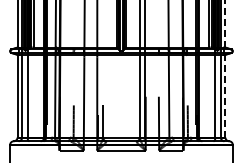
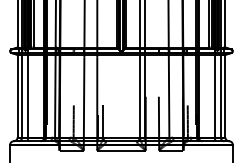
line at (225, 23): dashed -> solid
line at (225, 95): dashed -> solid
